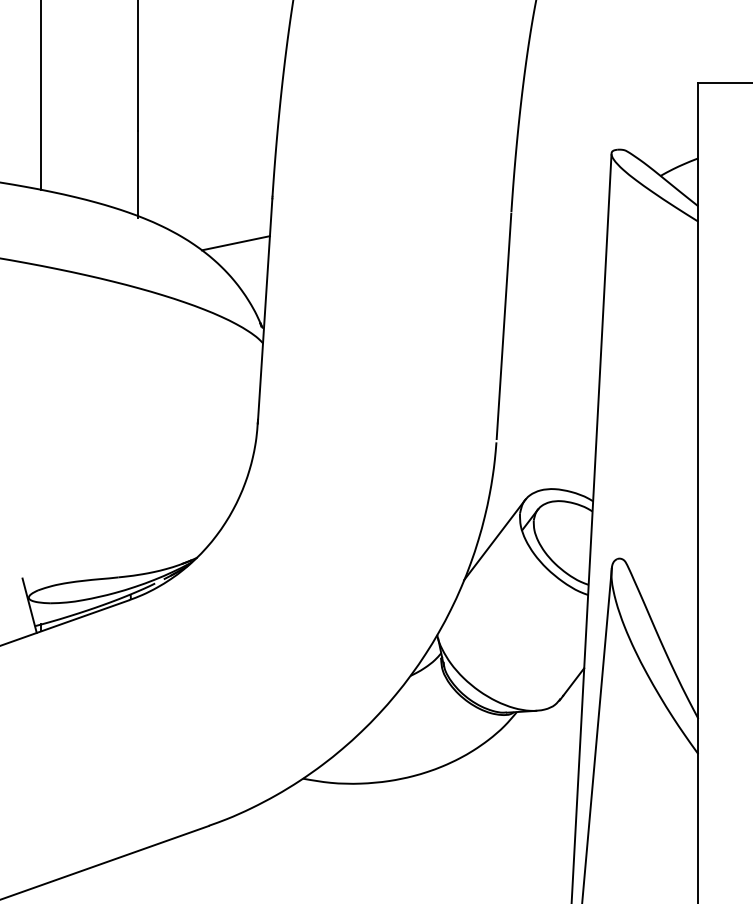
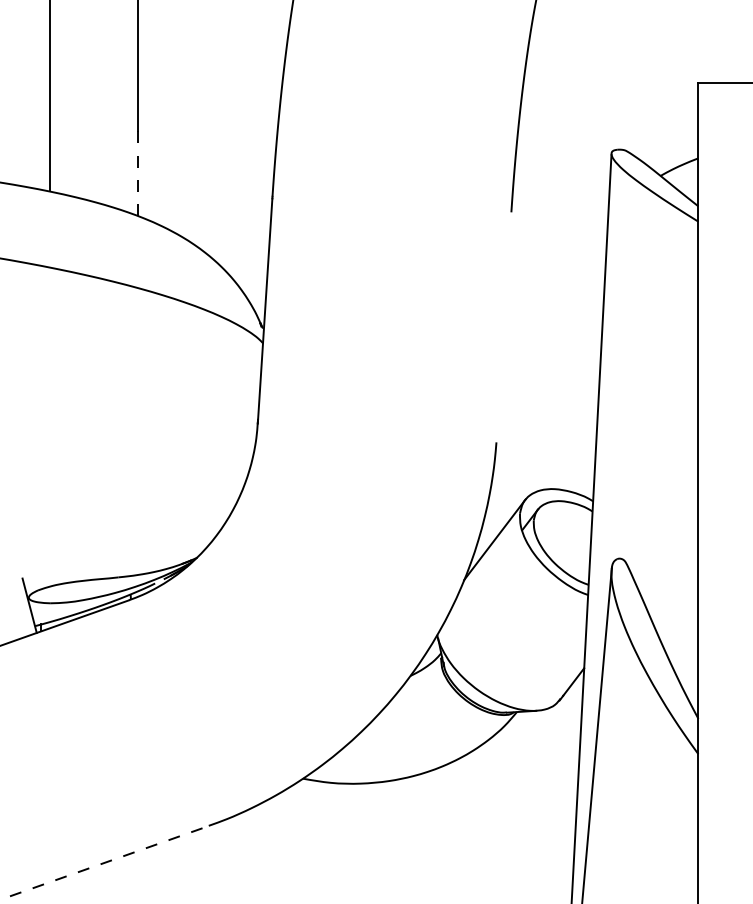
line at (41, 95) position: (41, 95) -> (50, 95)
line at (137, 175): solid -> dashed
line at (235, 243): present -> none
line at (503, 326): present -> none
line at (105, 862): solid -> dashed
